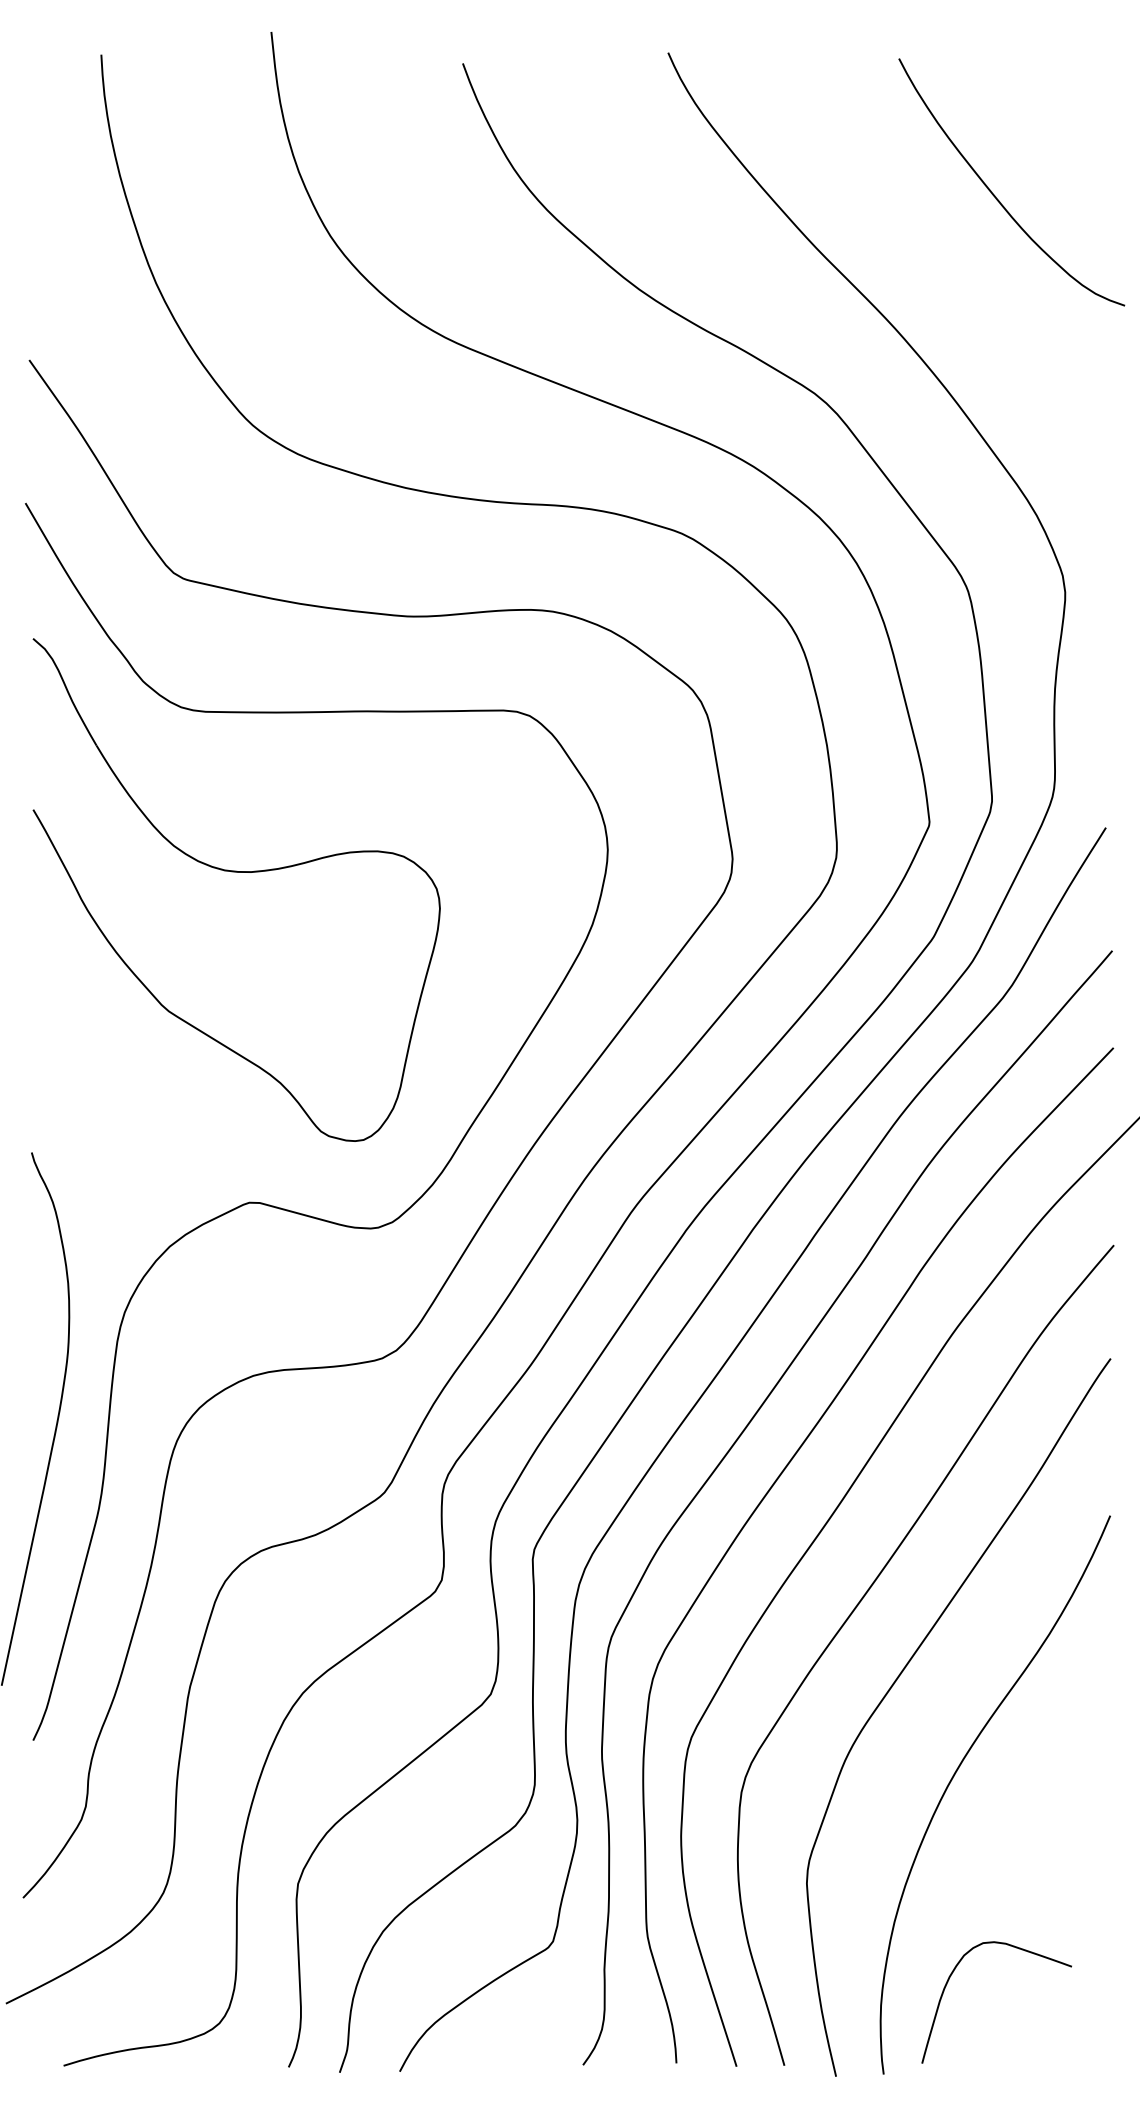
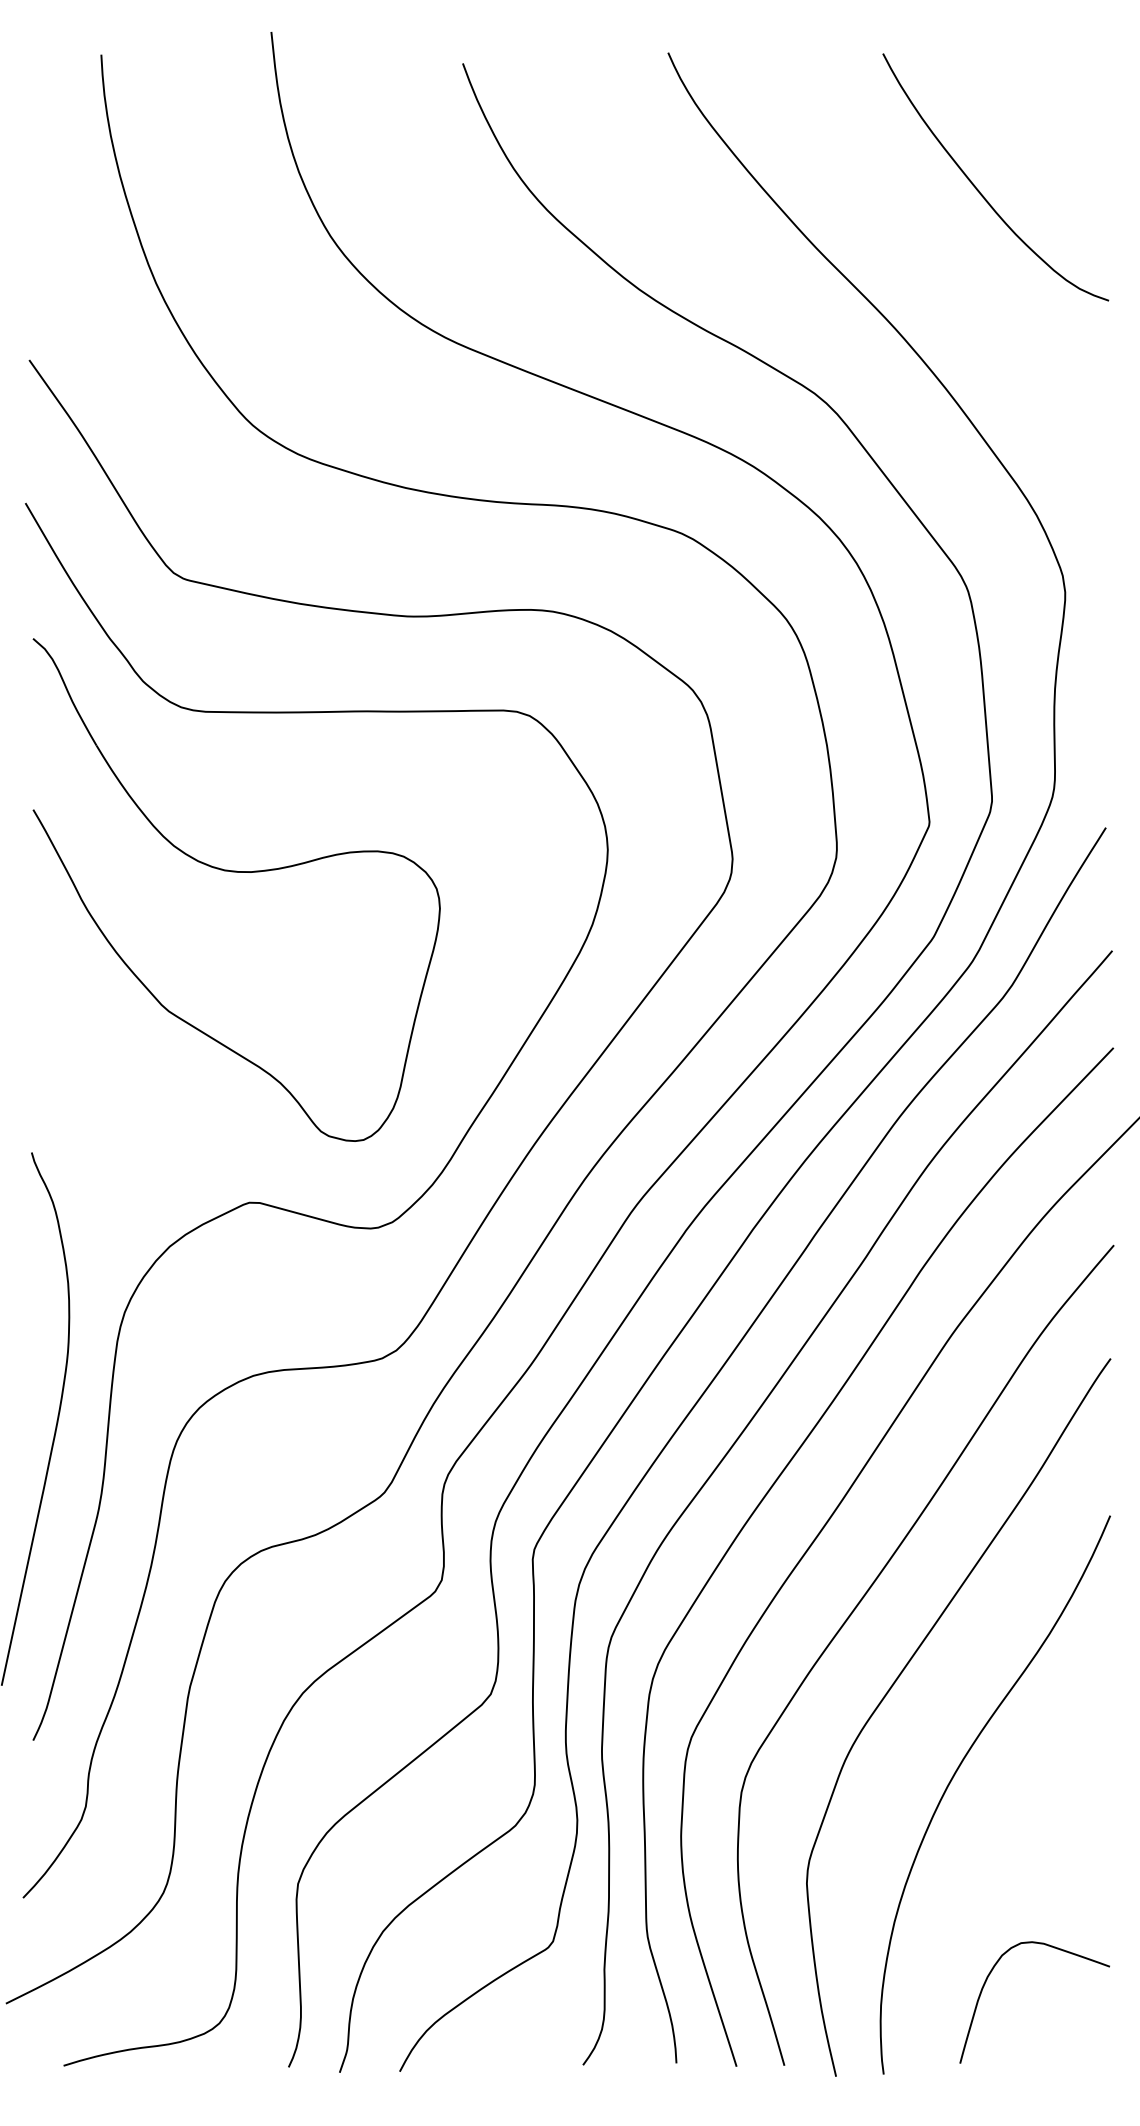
curve at (995, 195) position: (995, 195) -> (979, 190)
curve at (948, 1982) position: (948, 1982) -> (986, 1982)
